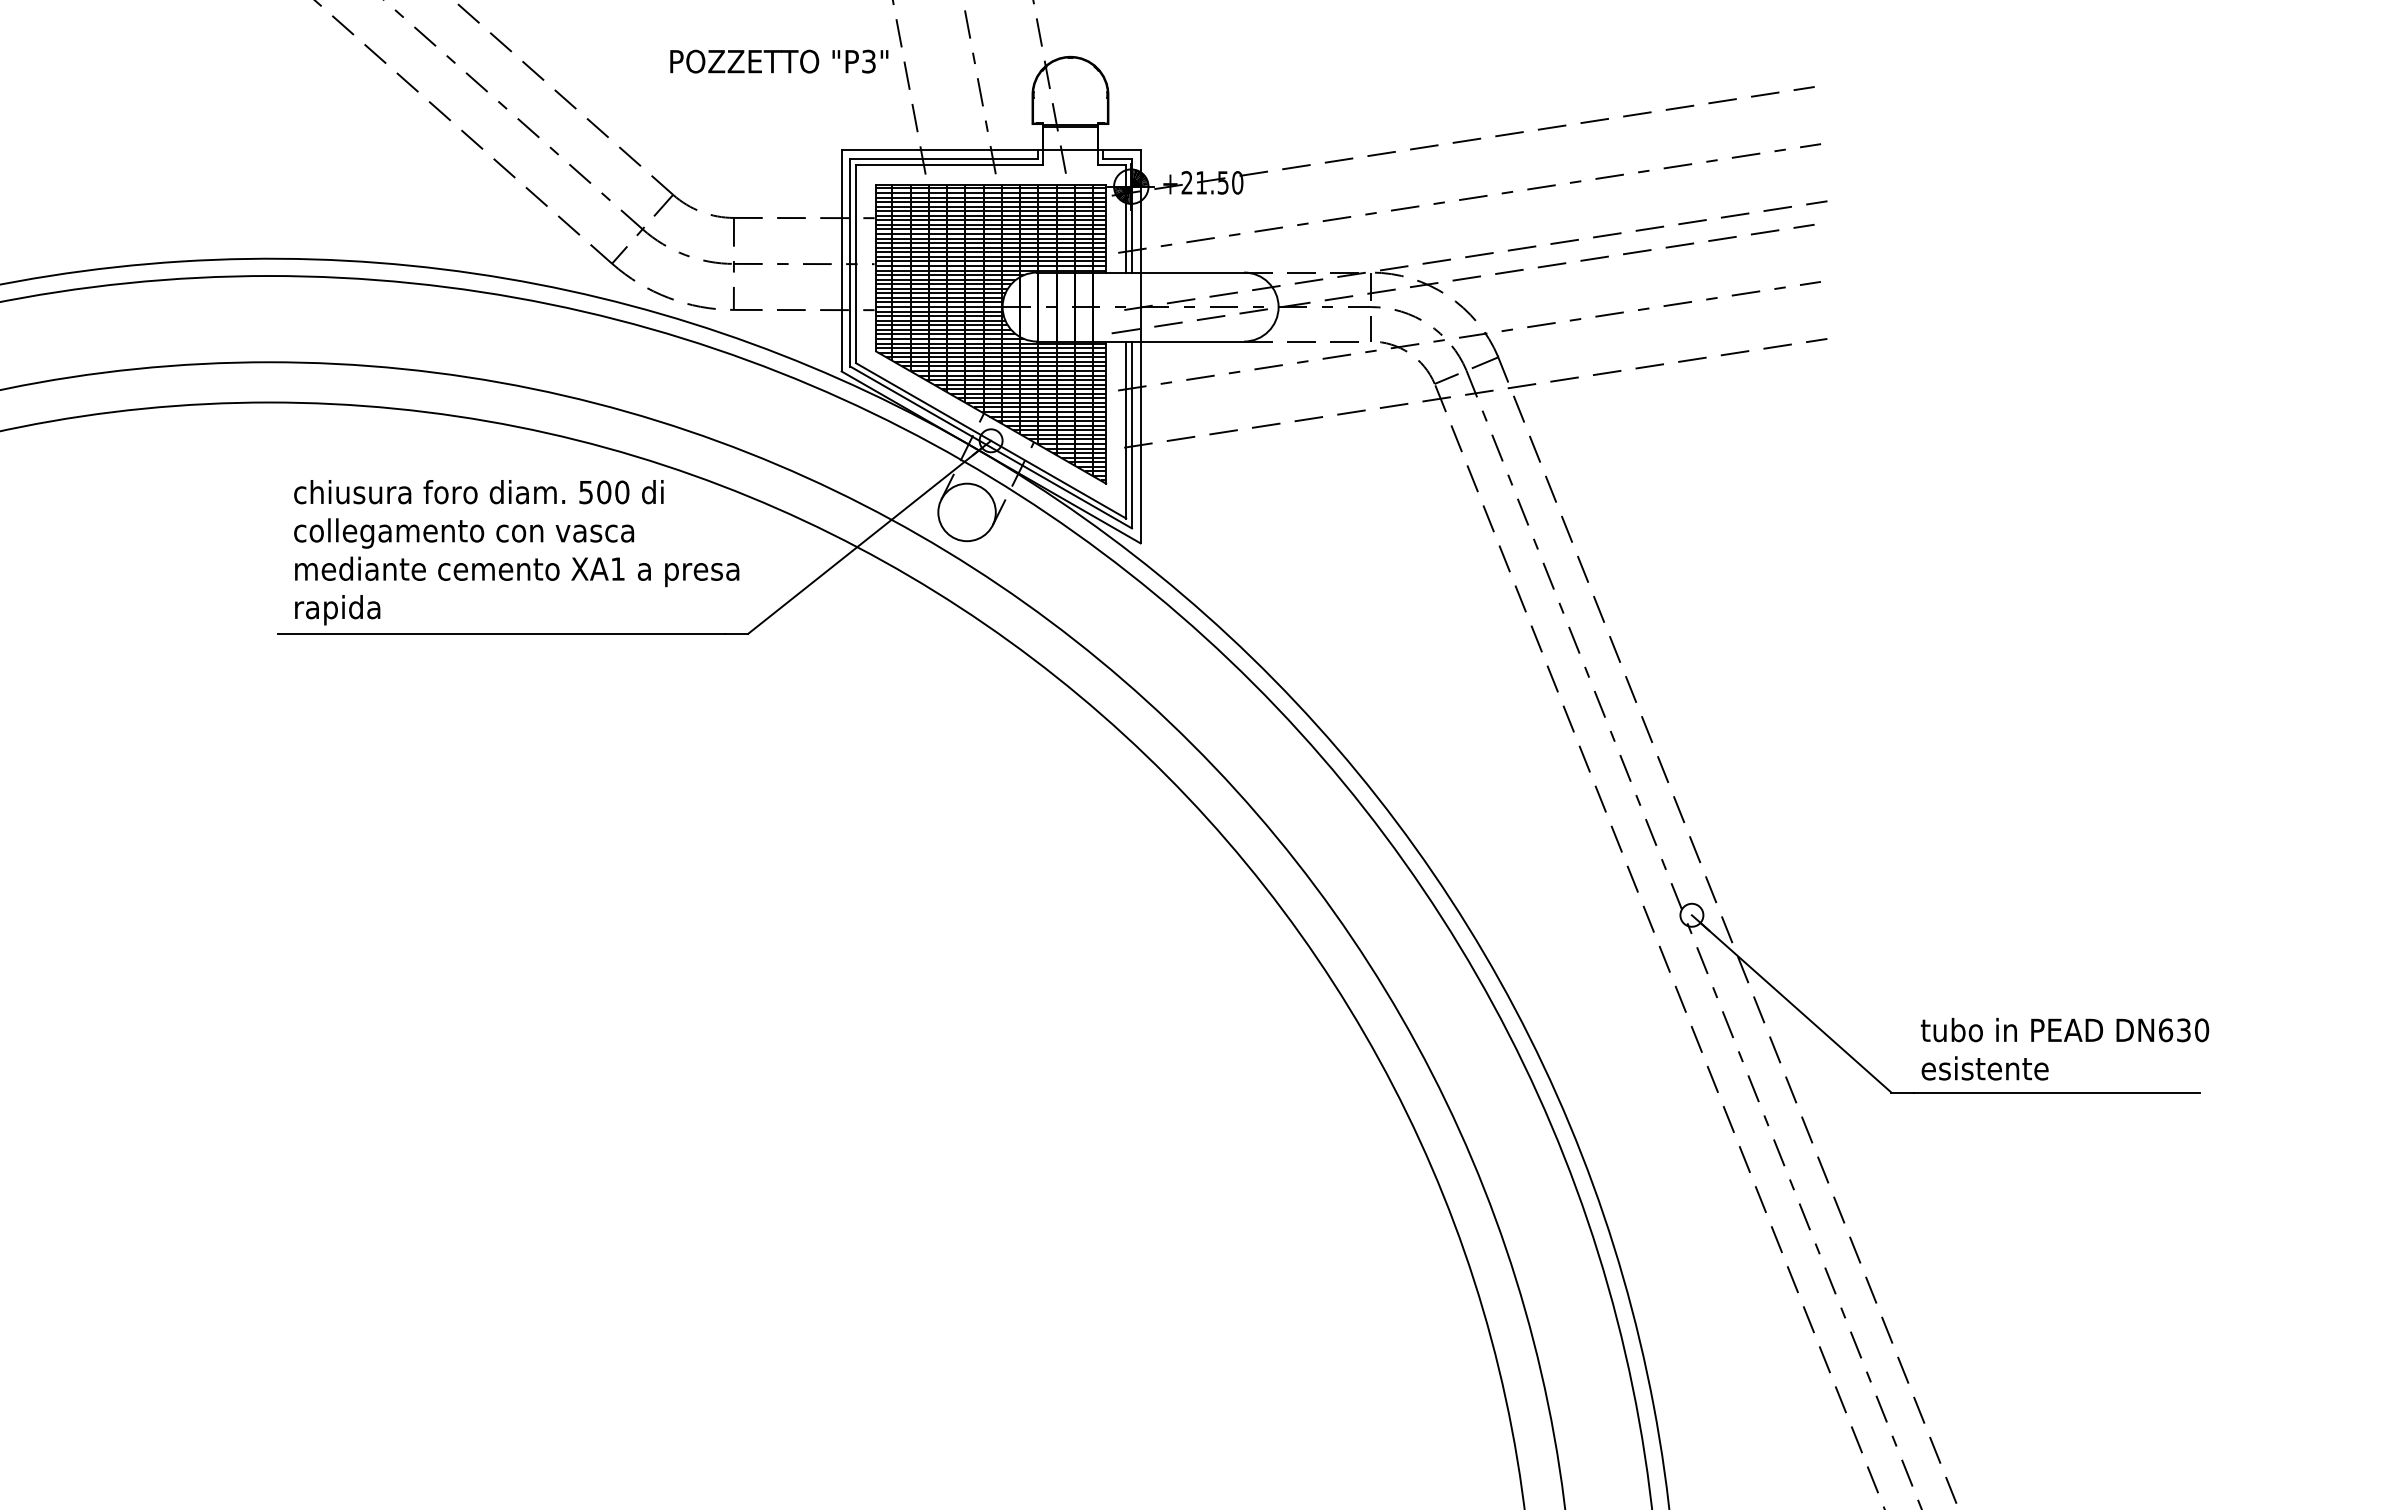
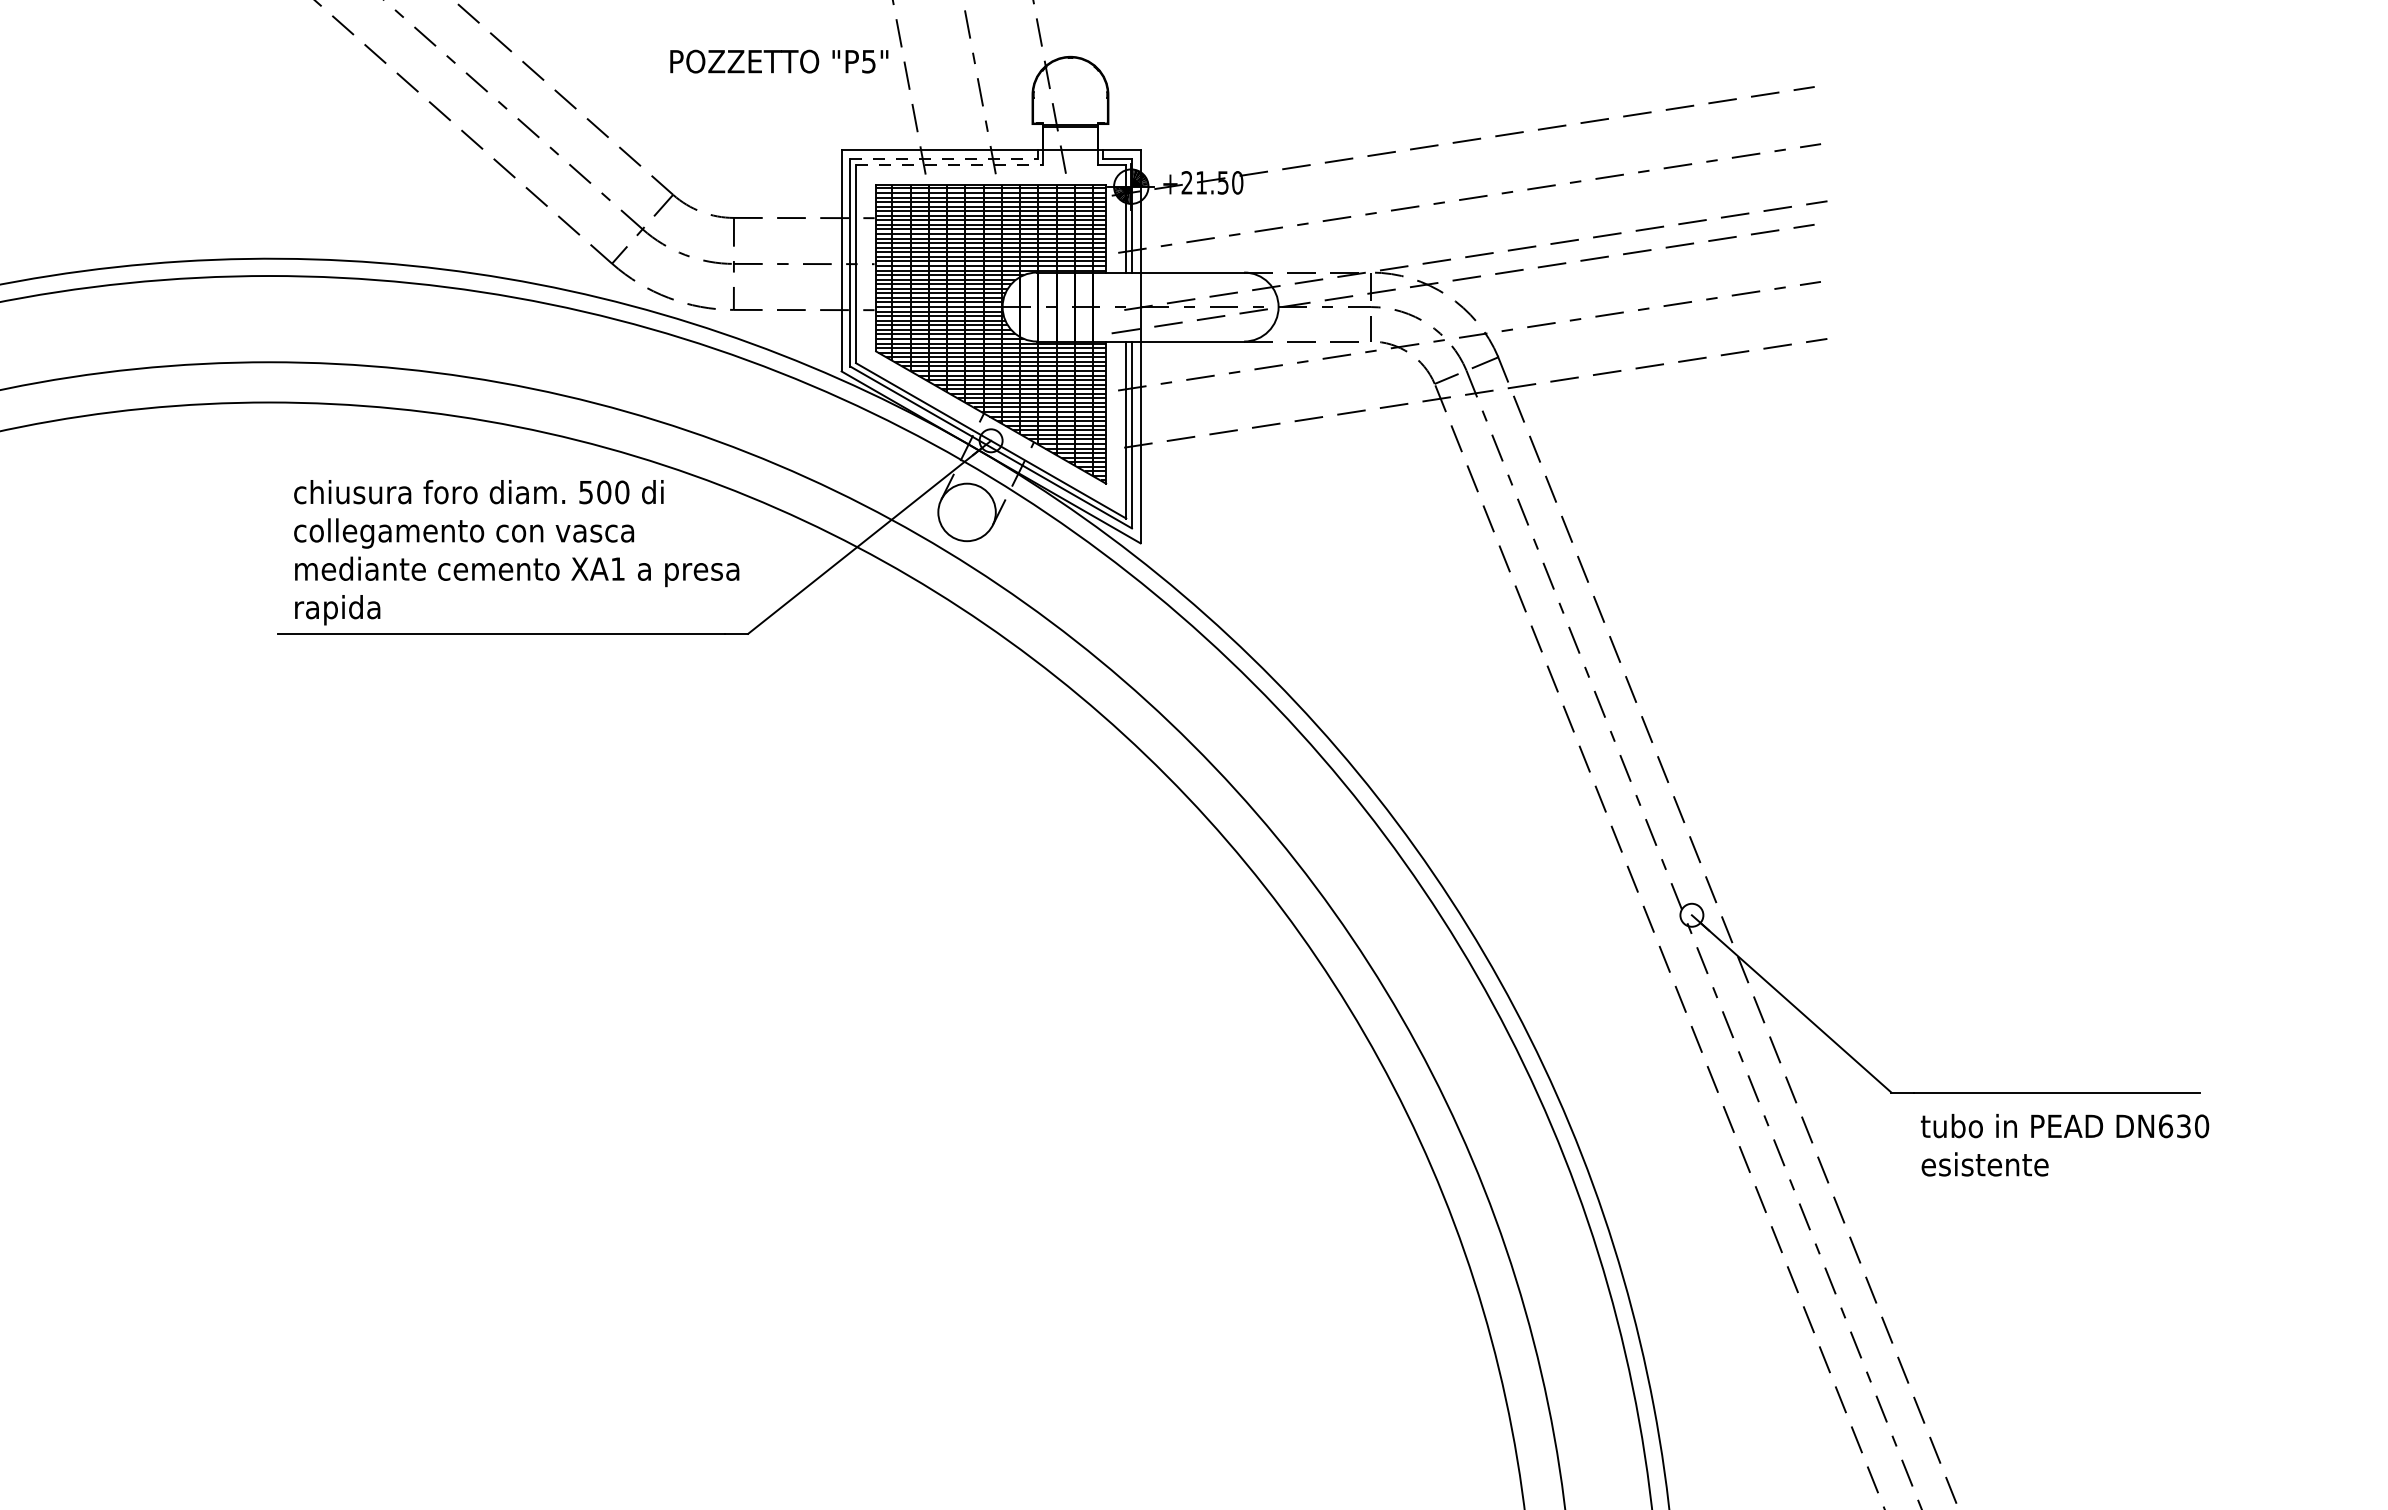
text at (868, 60): "P3" -> "P5"
line at (943, 158): solid -> dashed
line at (949, 164): solid -> dashed
text at (2064, 1049) position: (2064, 1049) -> (2064, 1145)
